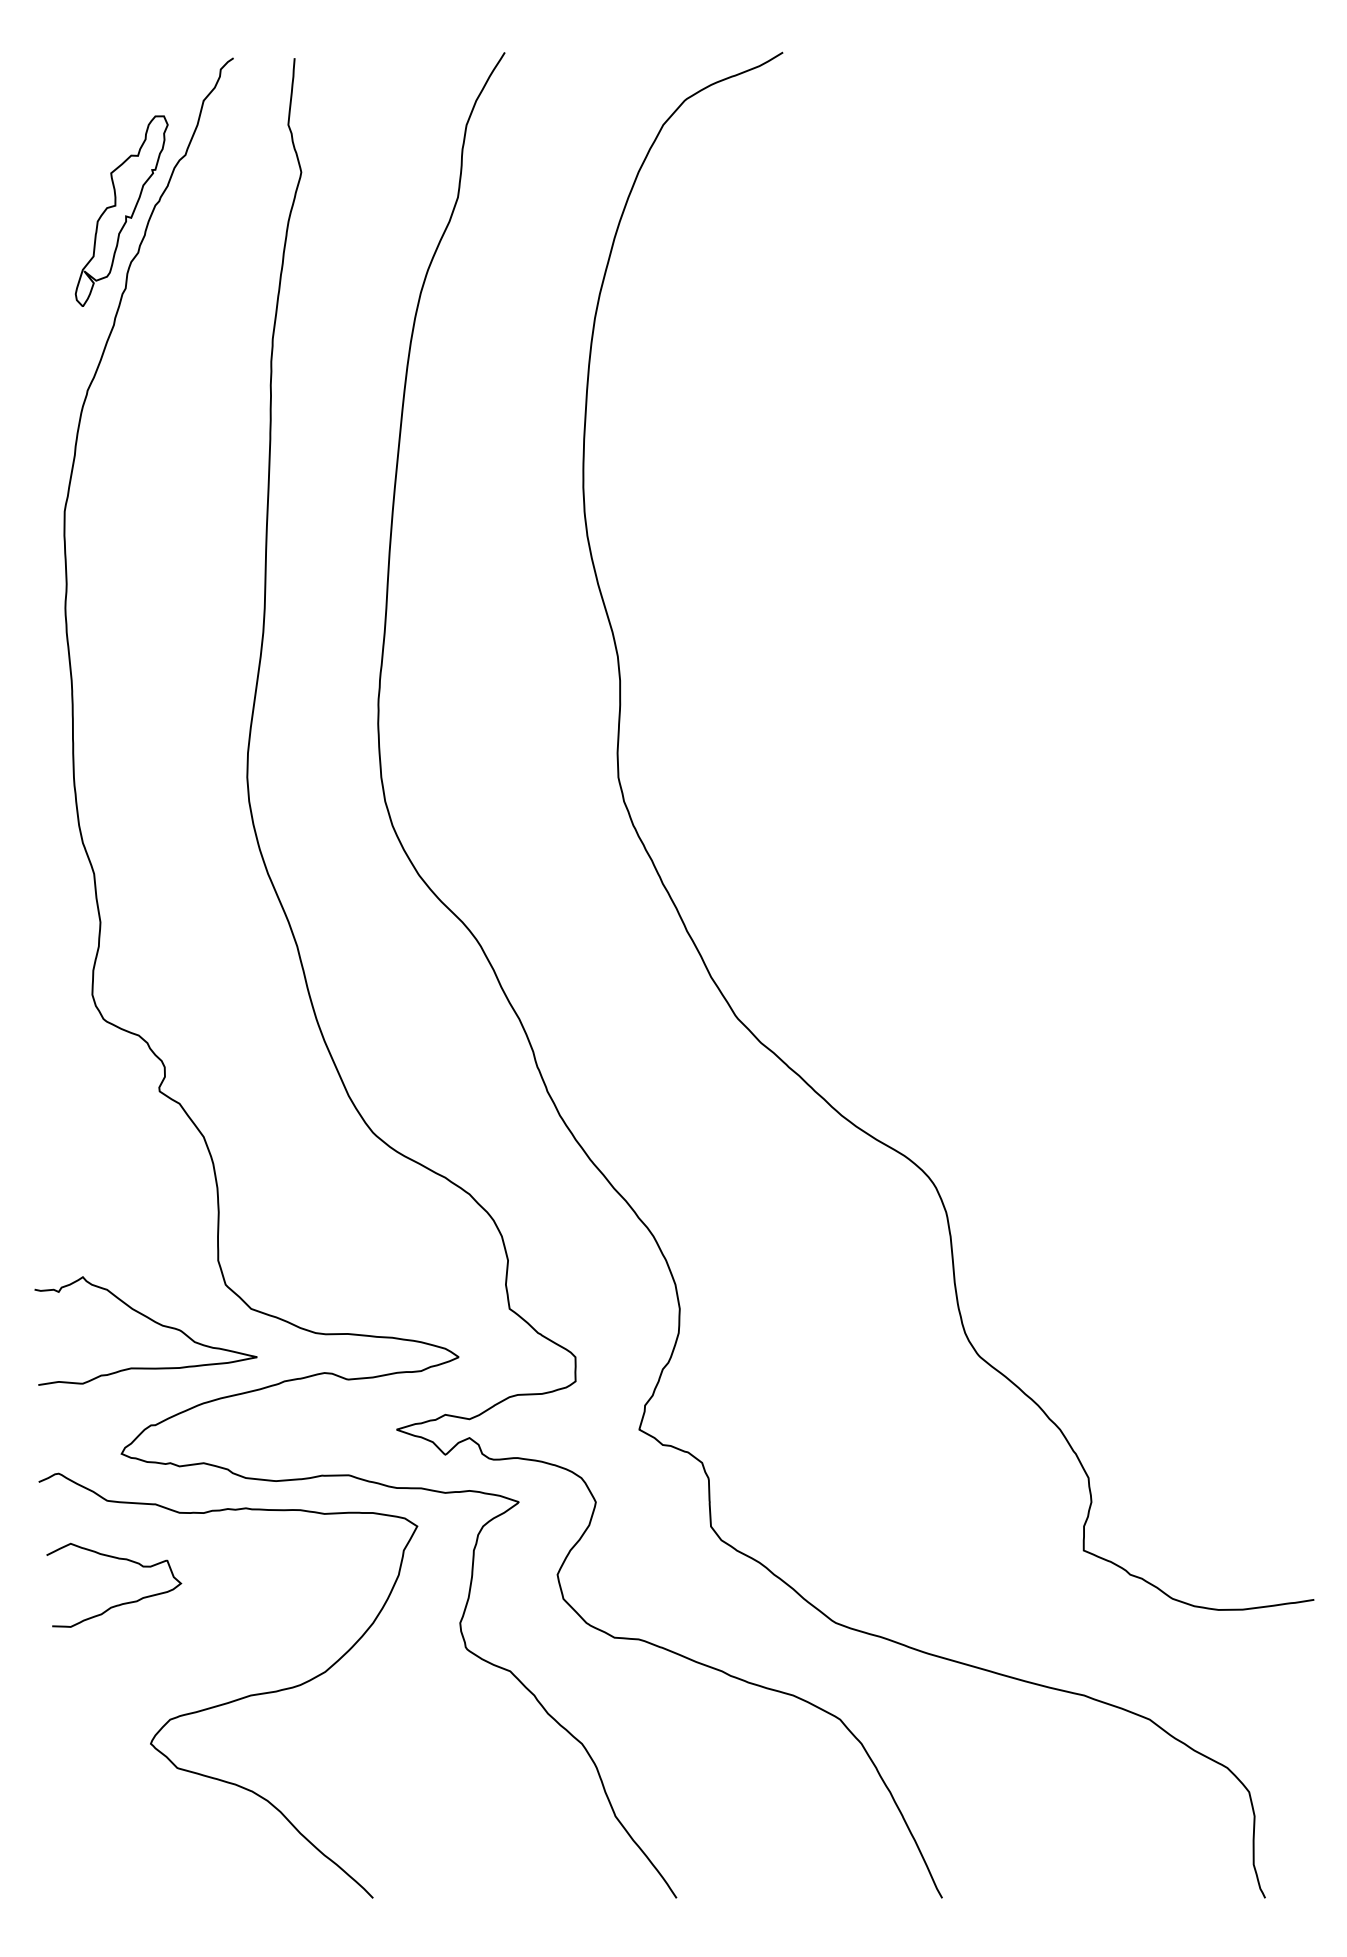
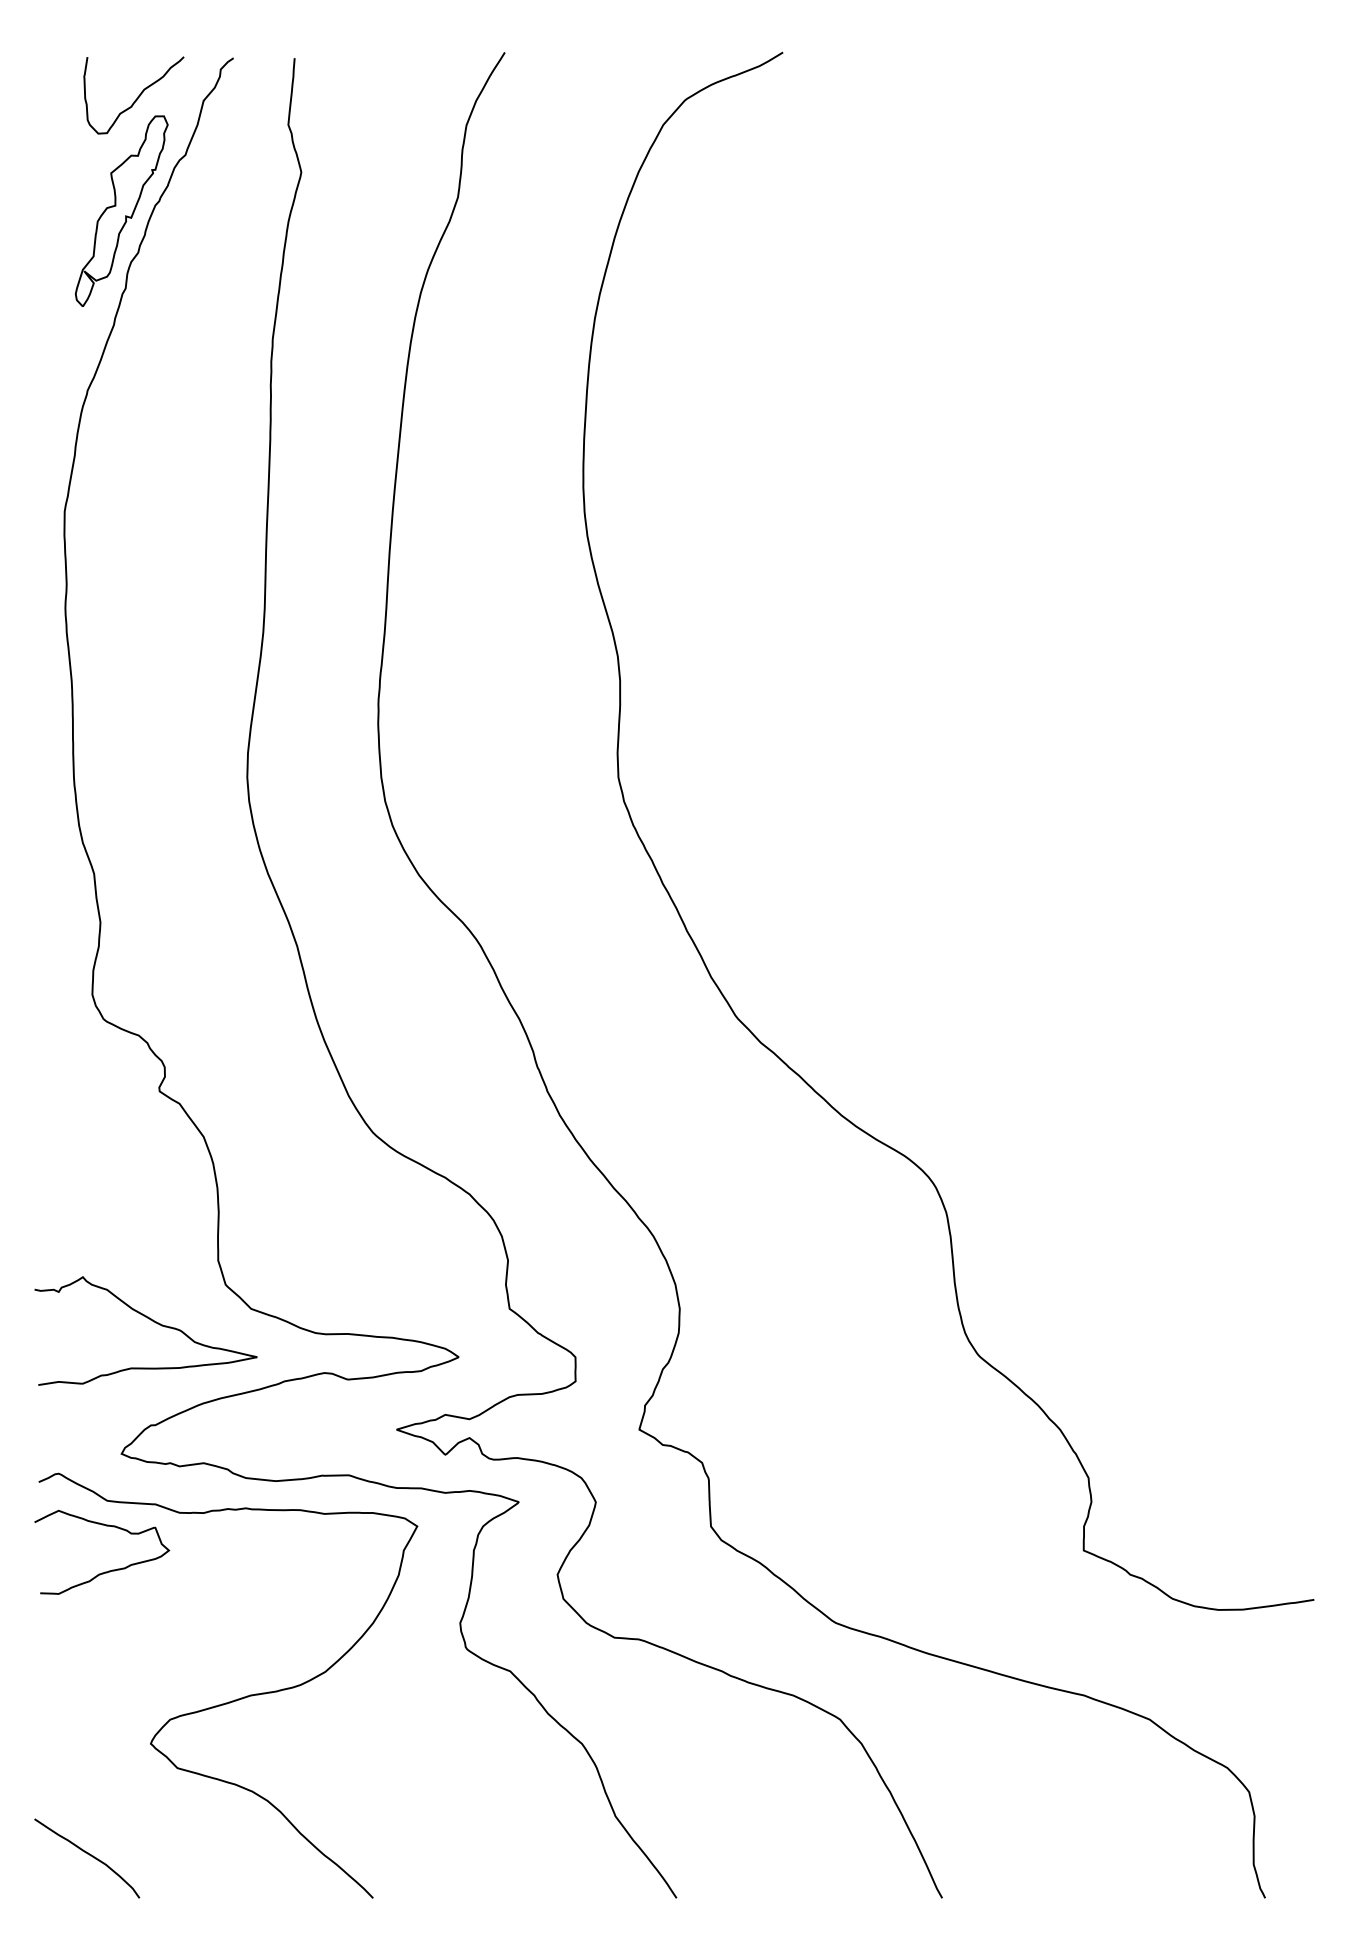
curve at (137, 96): none -> present
curve at (120, 1603) position: (120, 1603) -> (108, 1570)
curve at (89, 1855): none -> present
